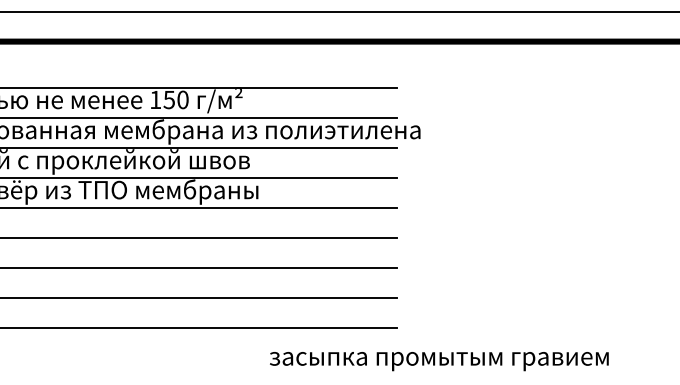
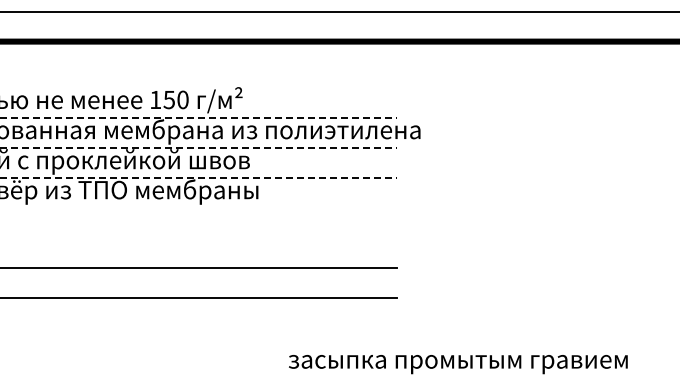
line at (199, 87): present -> none
line at (198, 117): solid -> dashed
line at (198, 147): solid -> dashed
line at (198, 177): solid -> dashed
line at (199, 207): present -> none
line at (199, 237): present -> none
line at (199, 328): present -> none
text at (439, 361) position: (439, 361) -> (458, 364)
